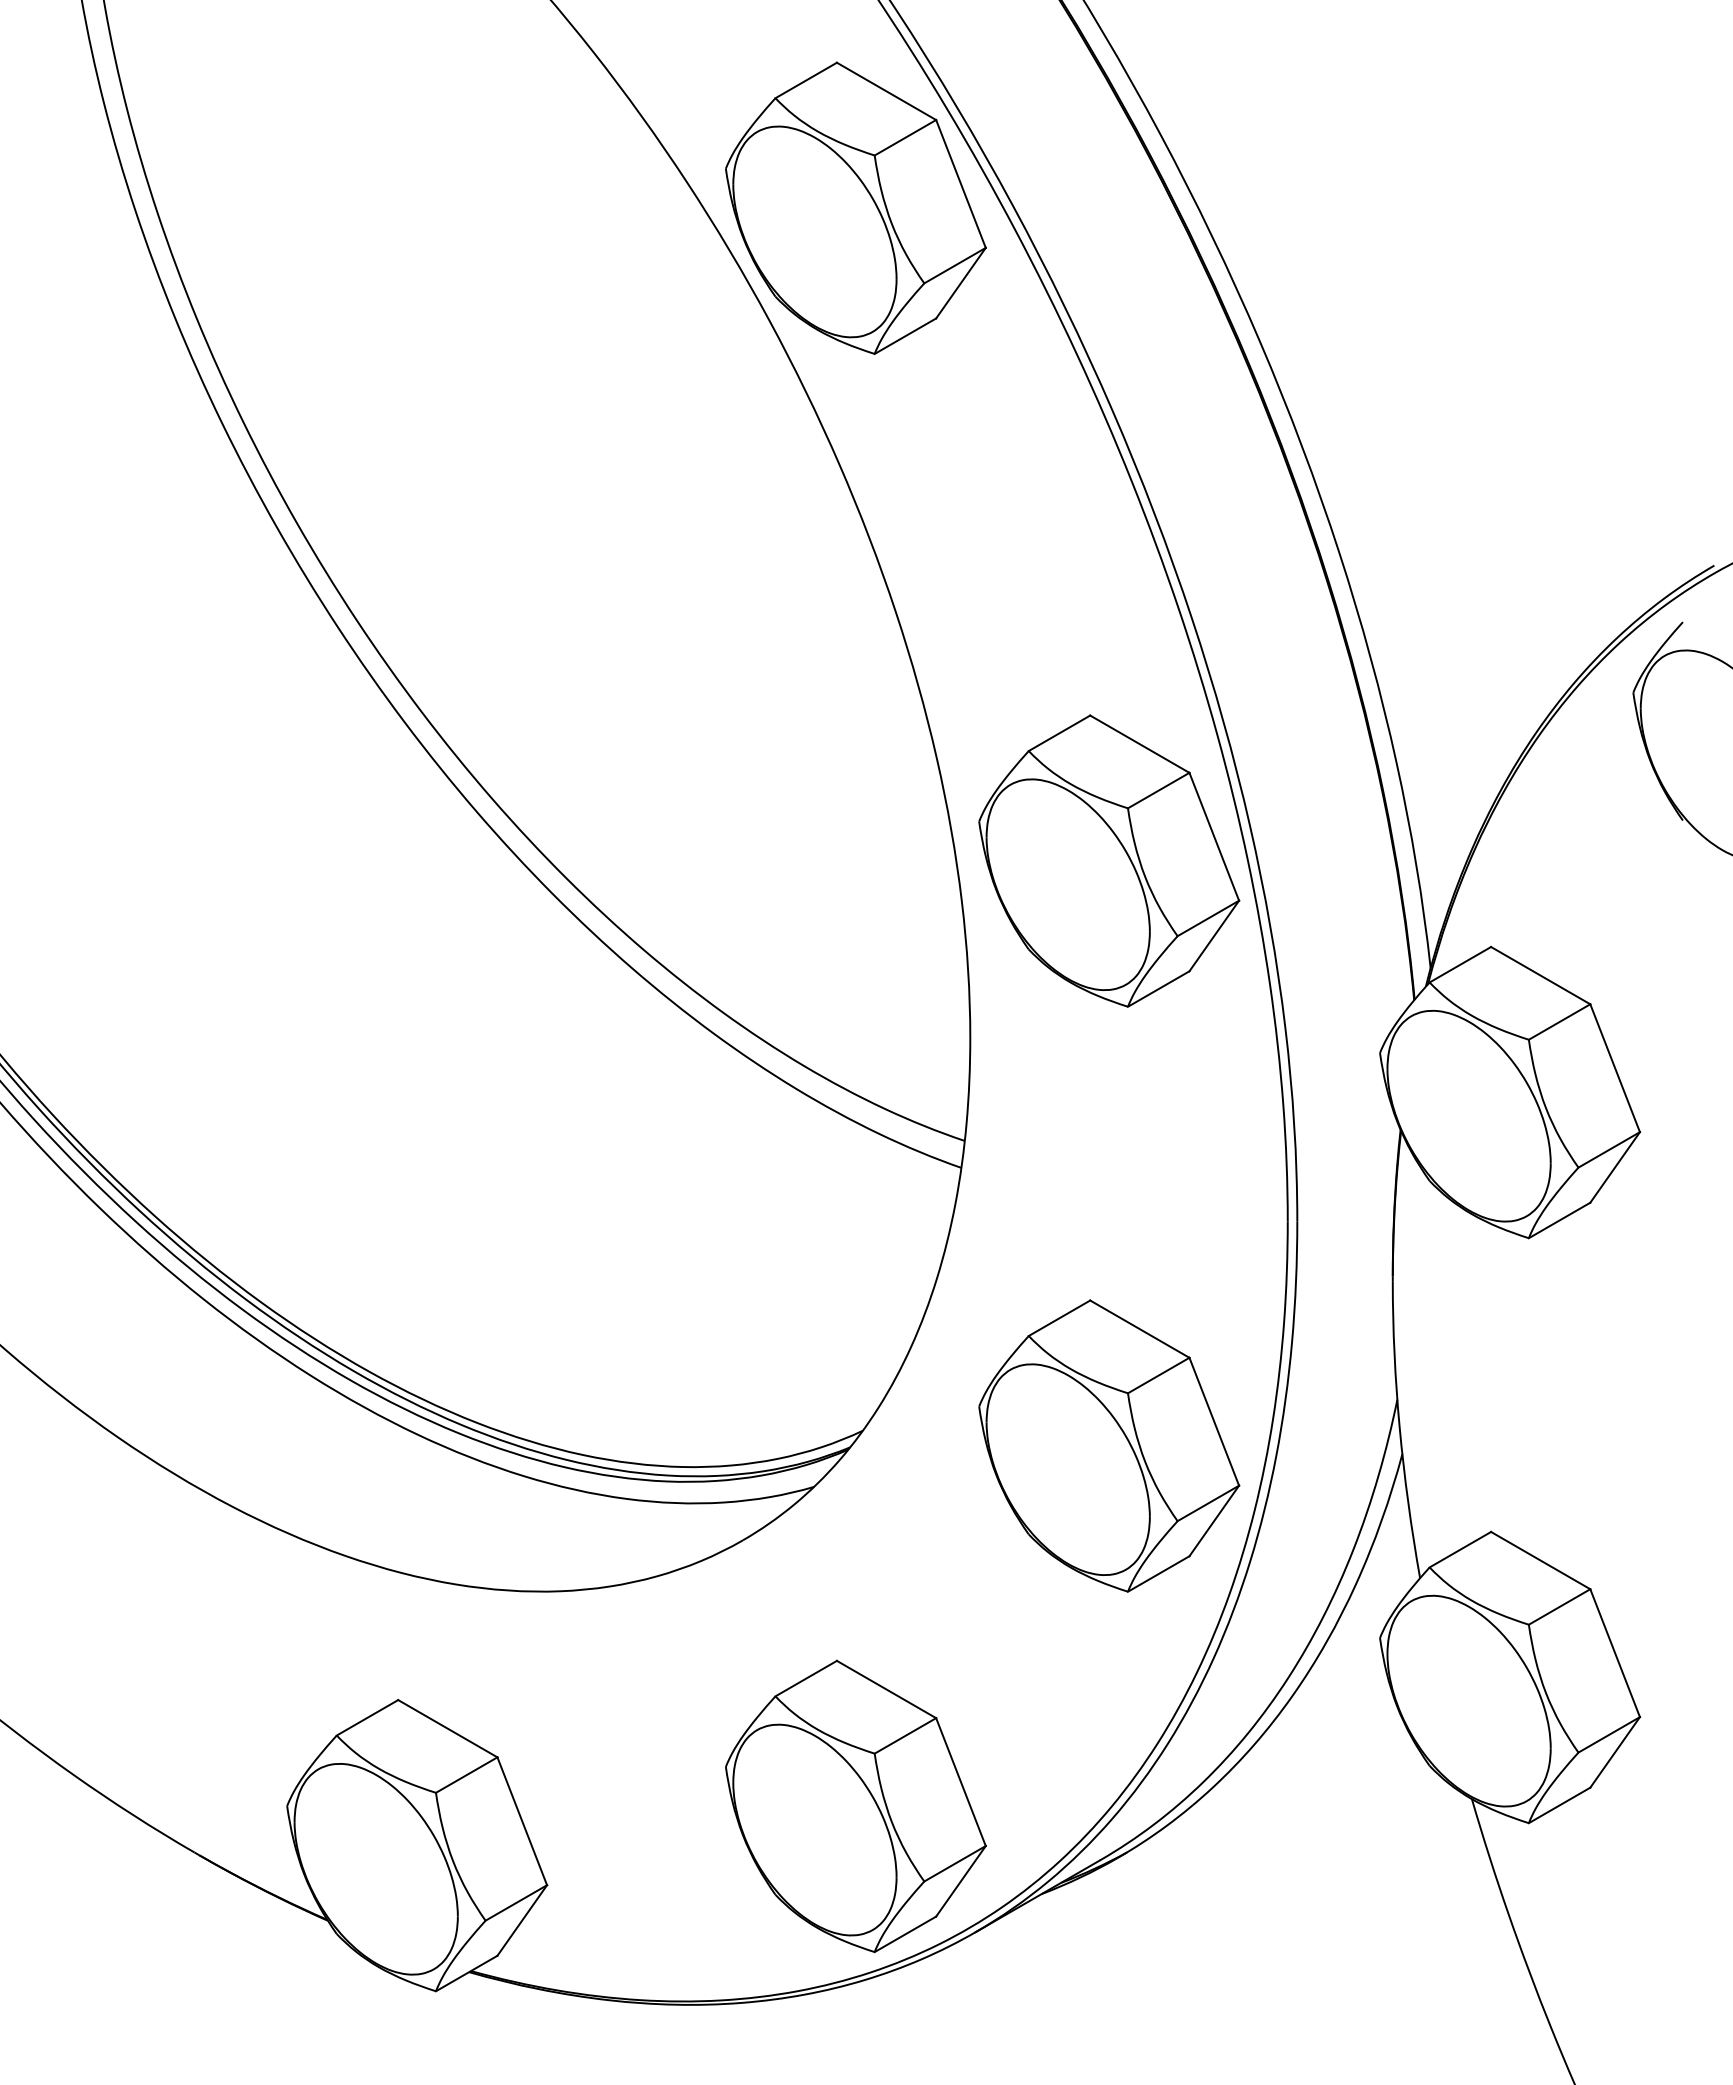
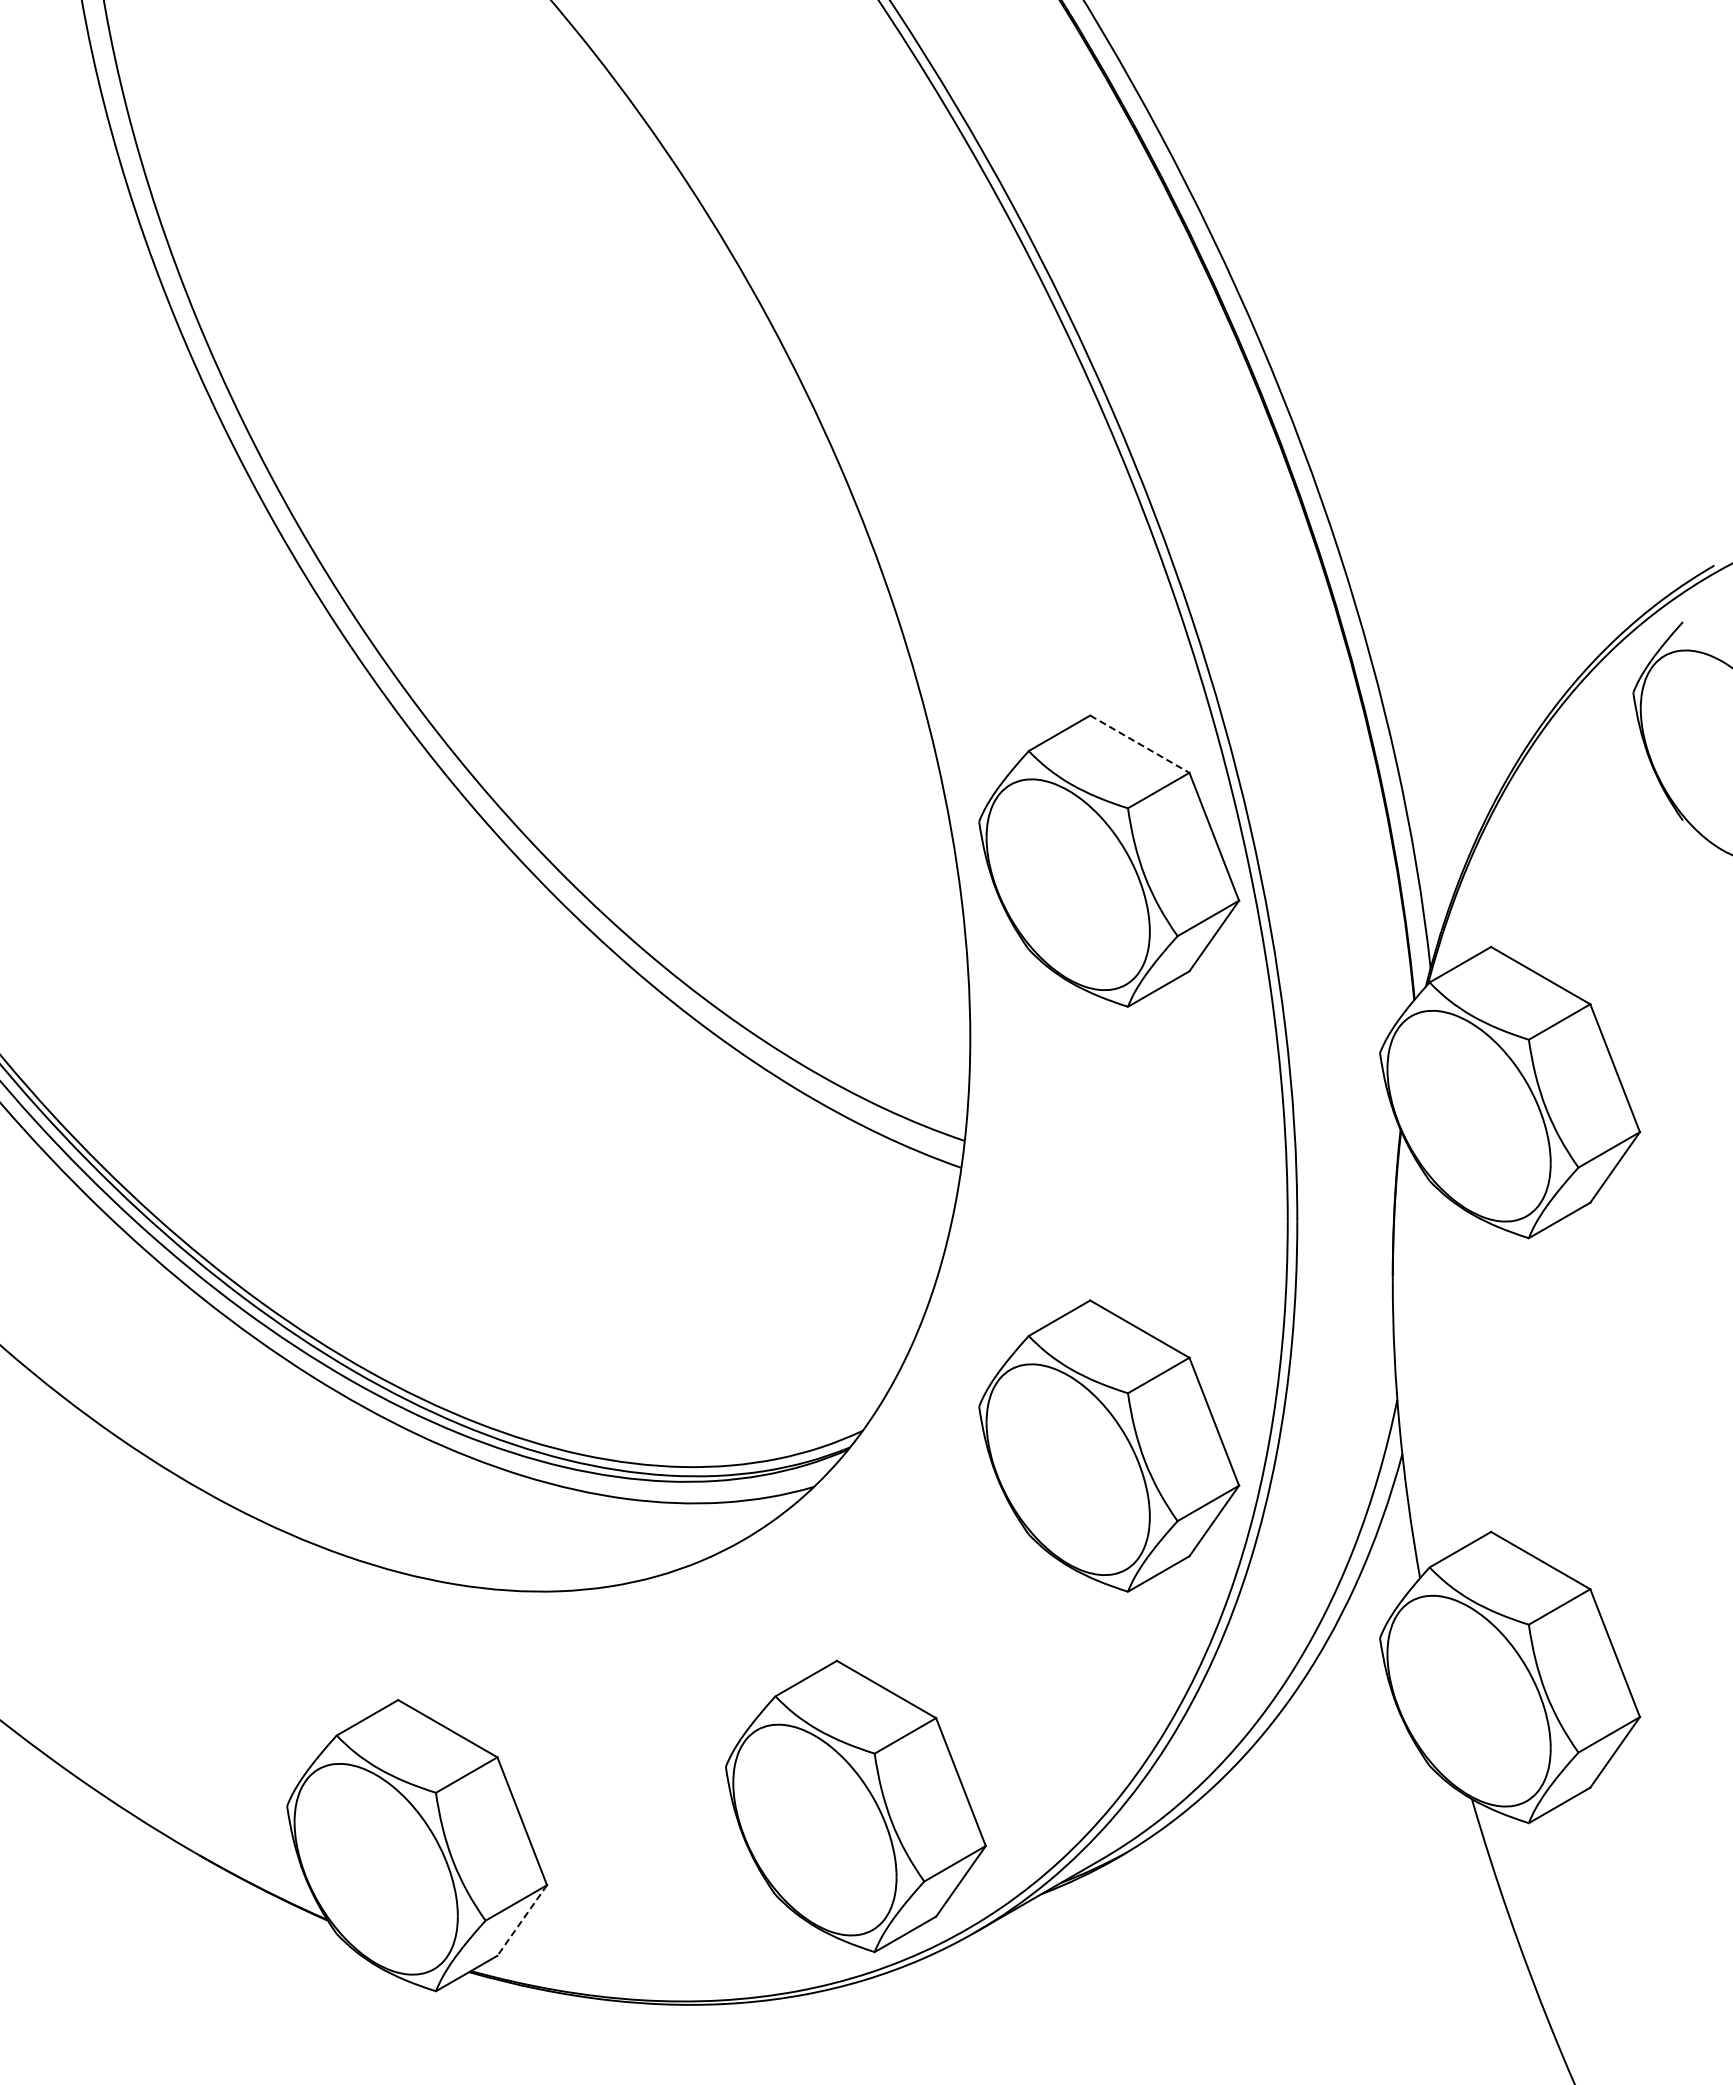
part at (855, 207): present -> none
line at (1140, 744): solid -> dashed
line at (521, 1920): solid -> dashed
